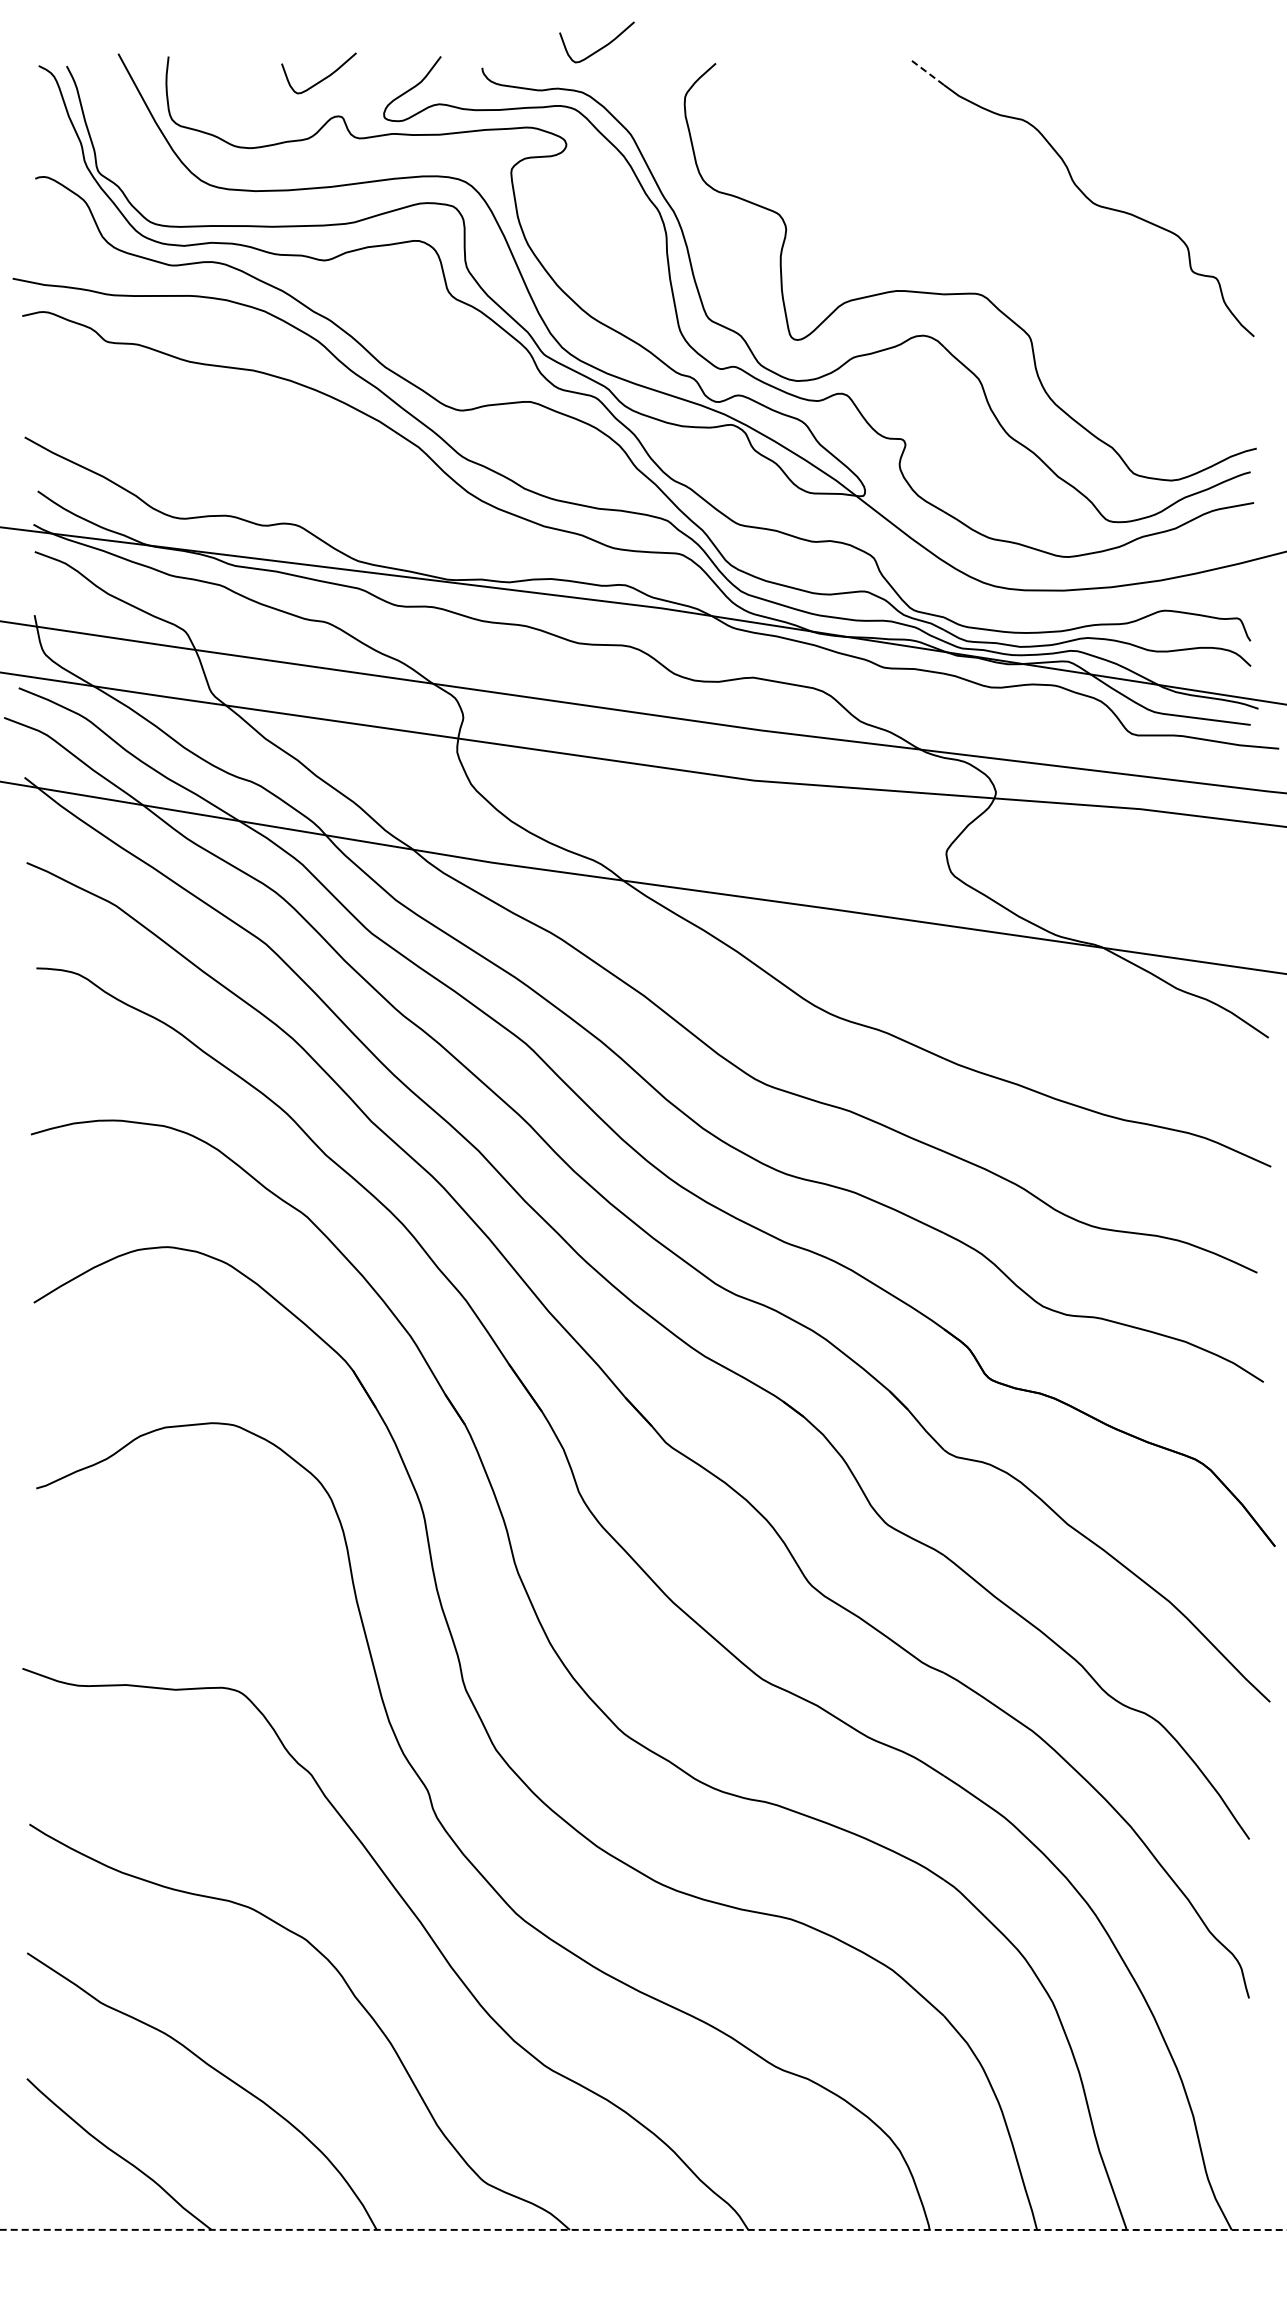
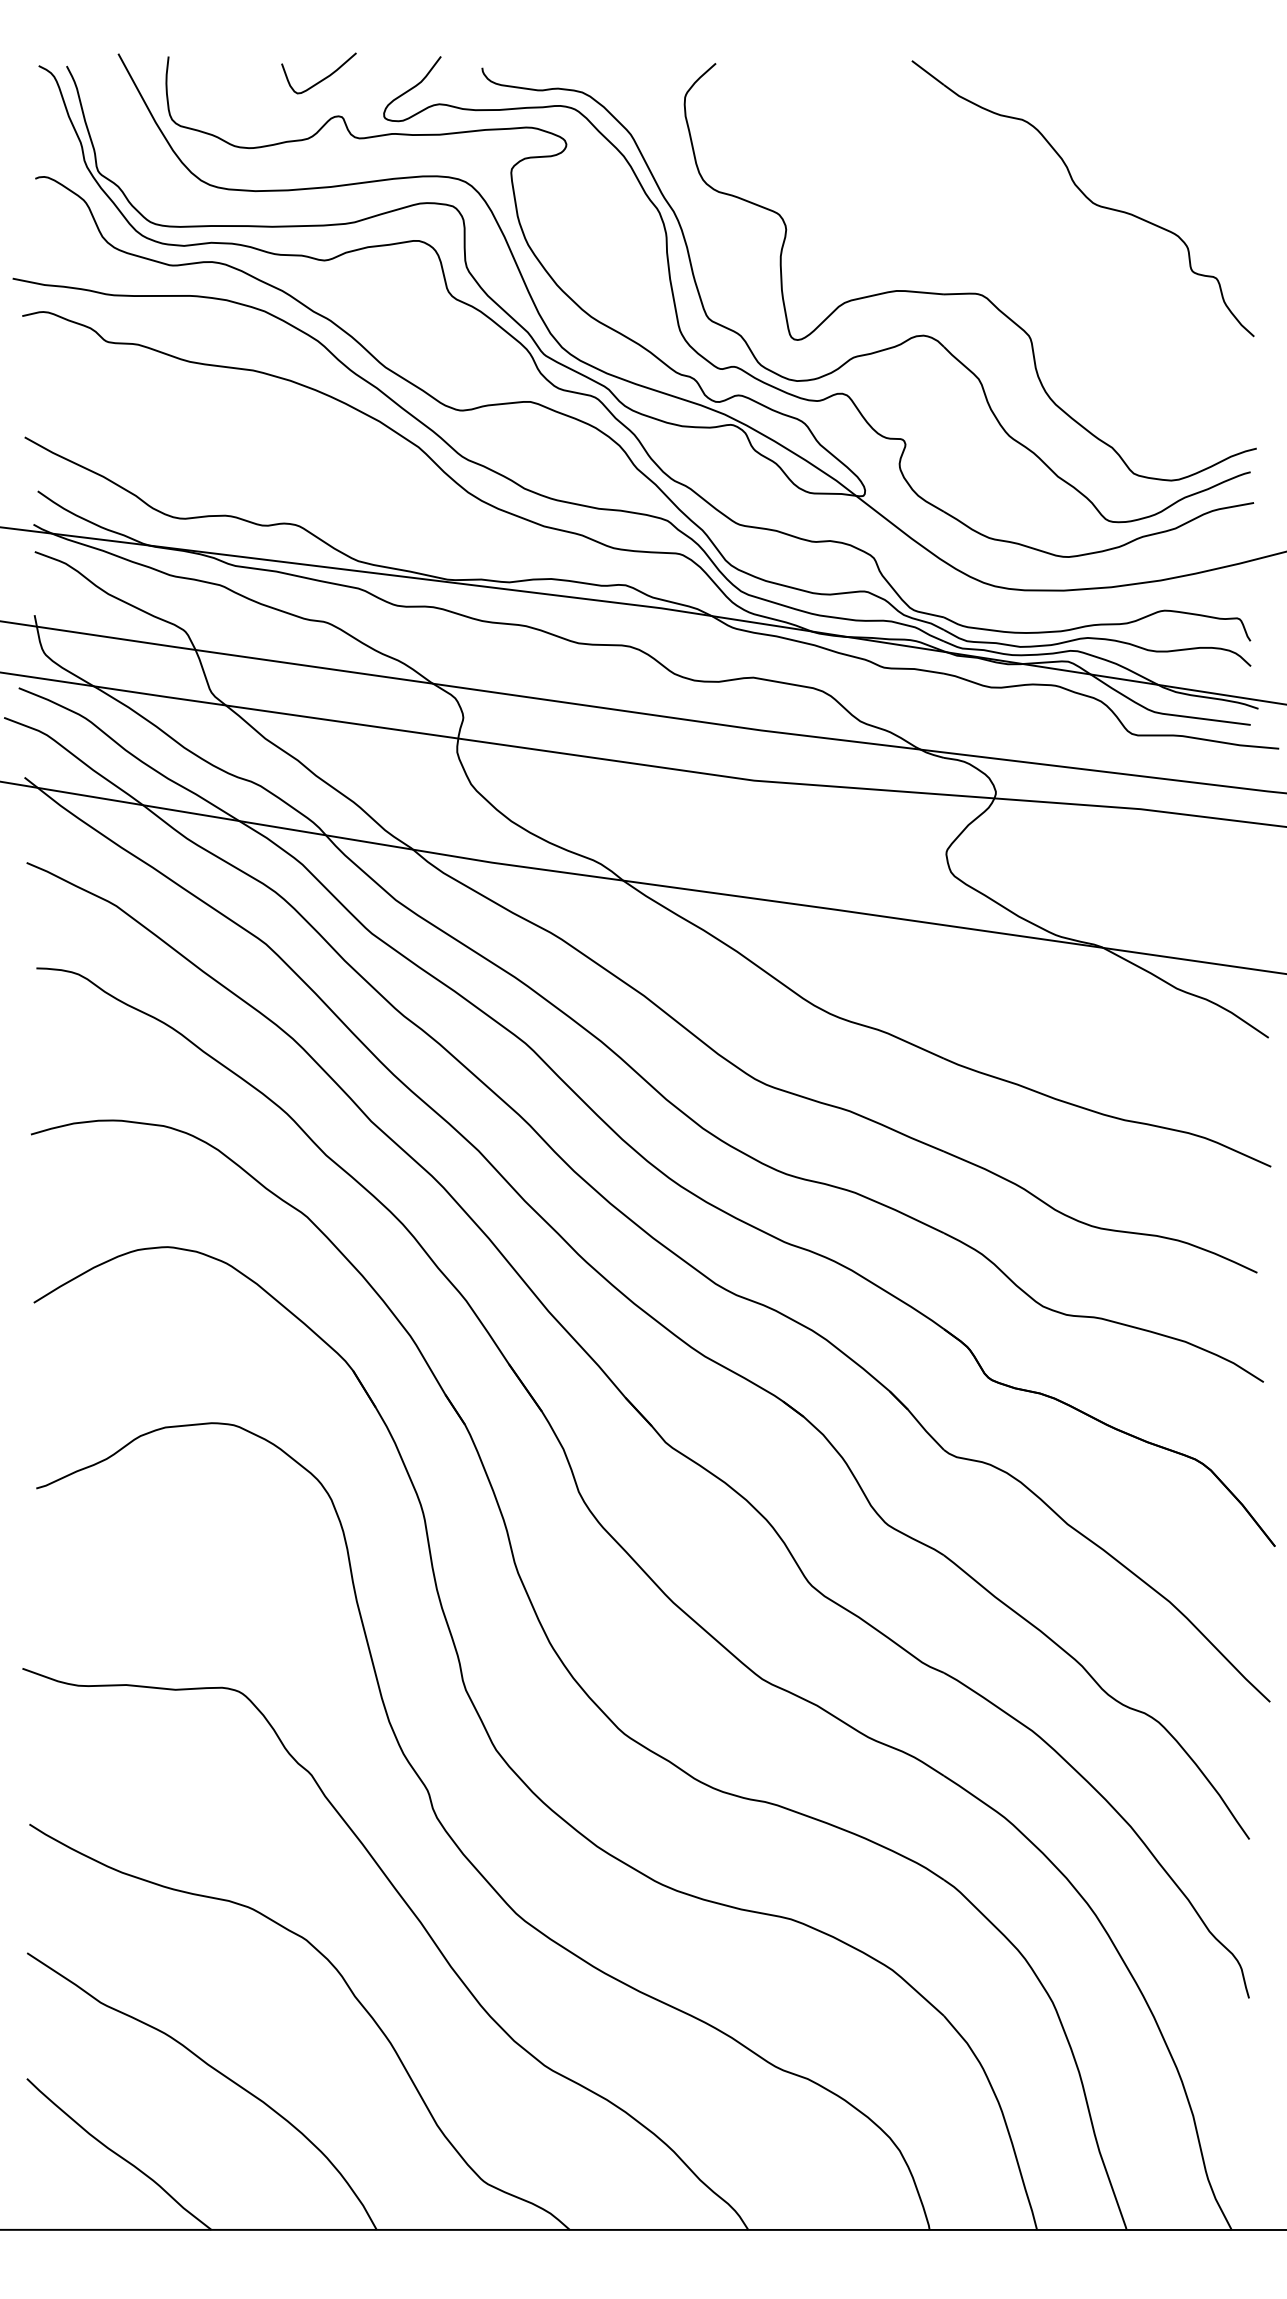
curve at (599, 48): present -> none
line at (927, 72): dashed -> solid
line at (643, 2229): dashed -> solid
